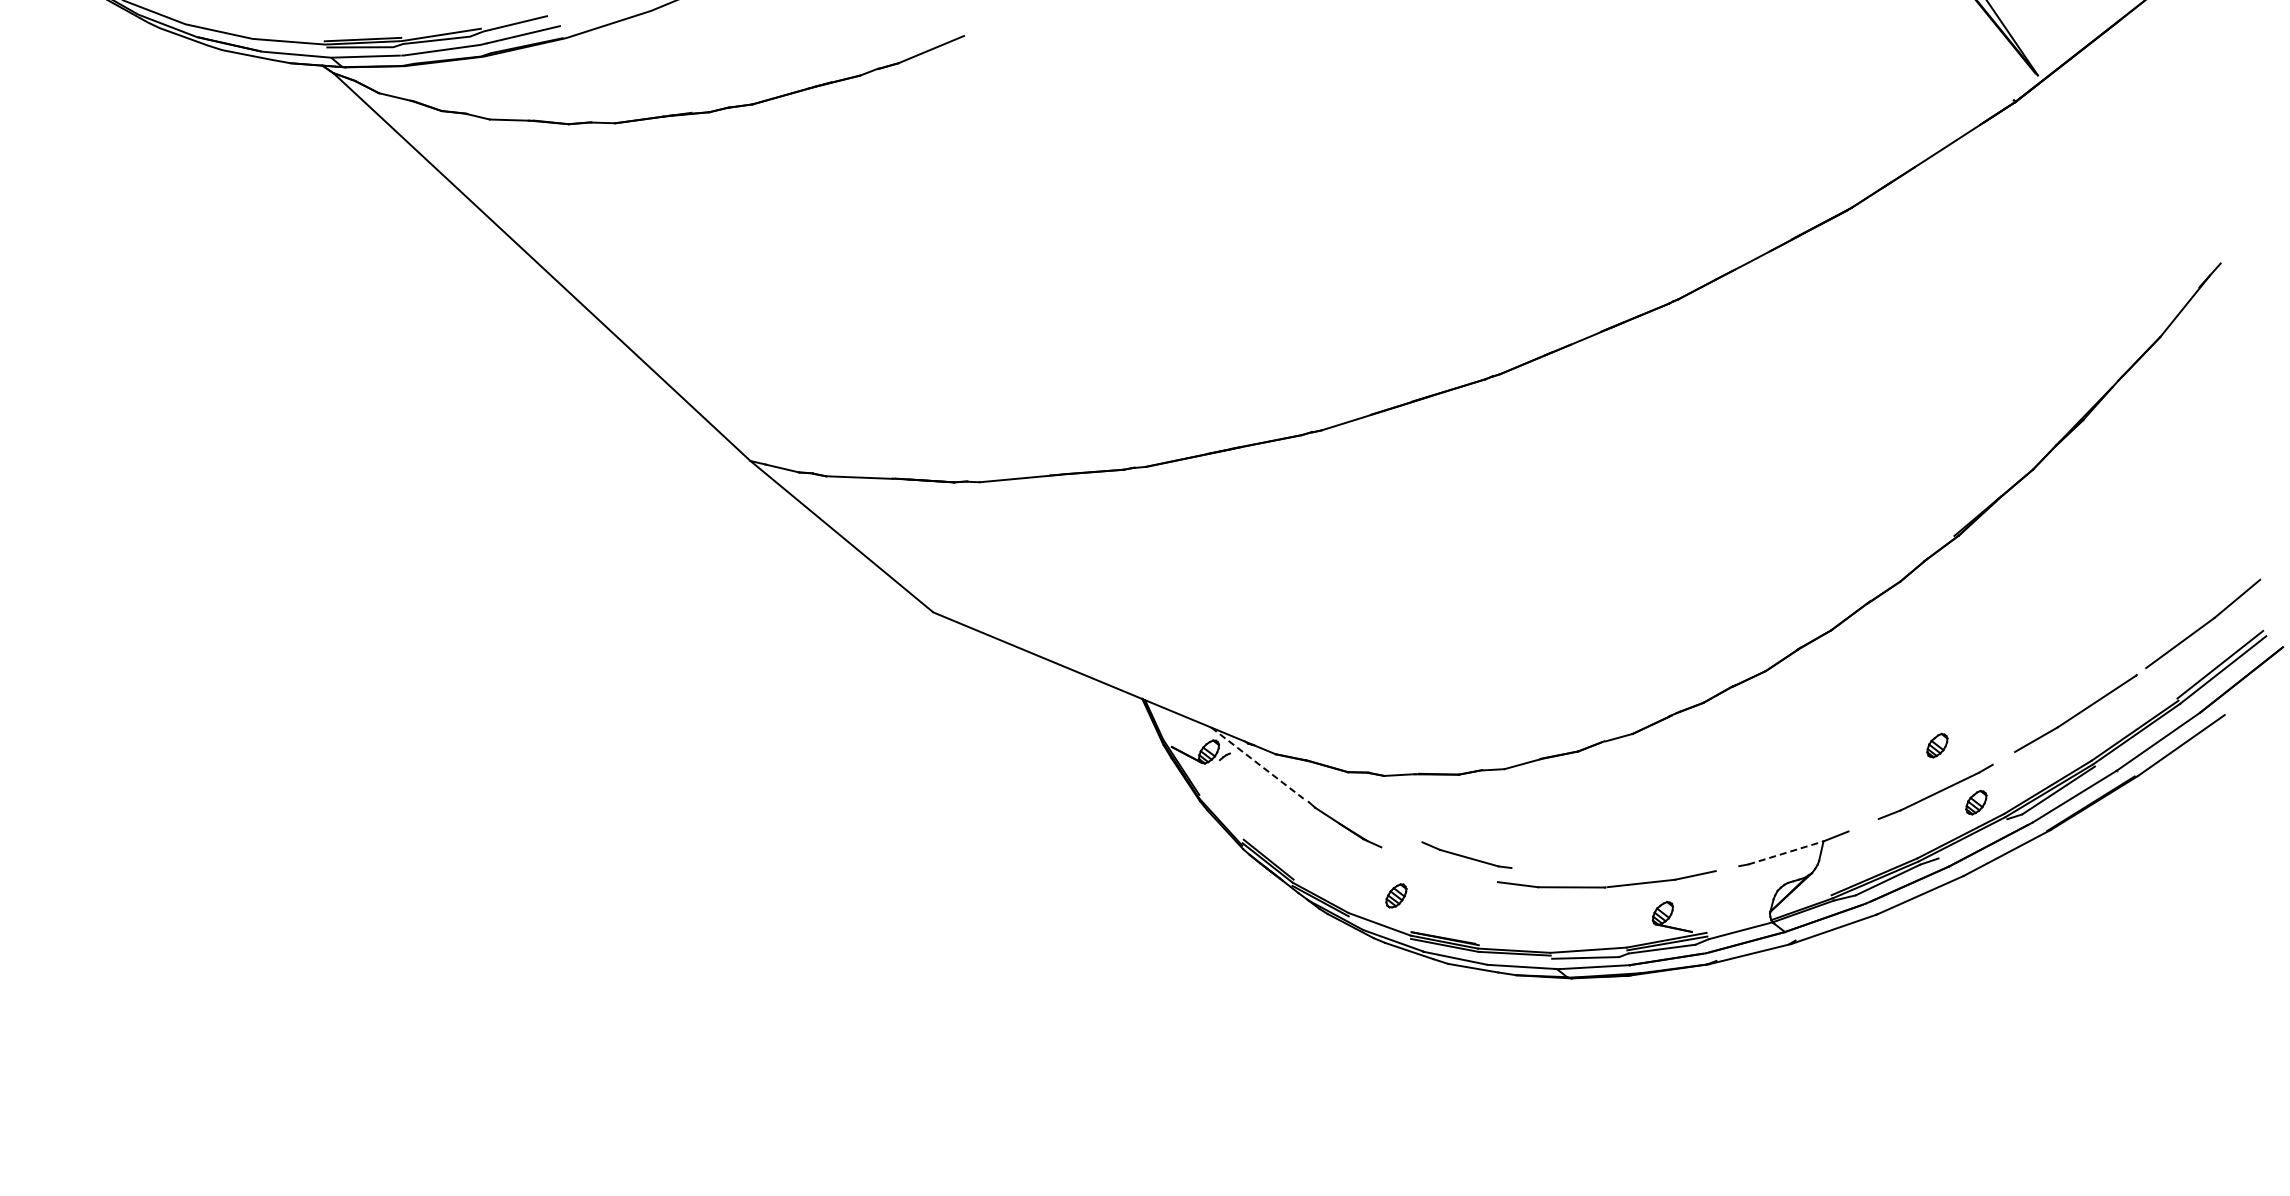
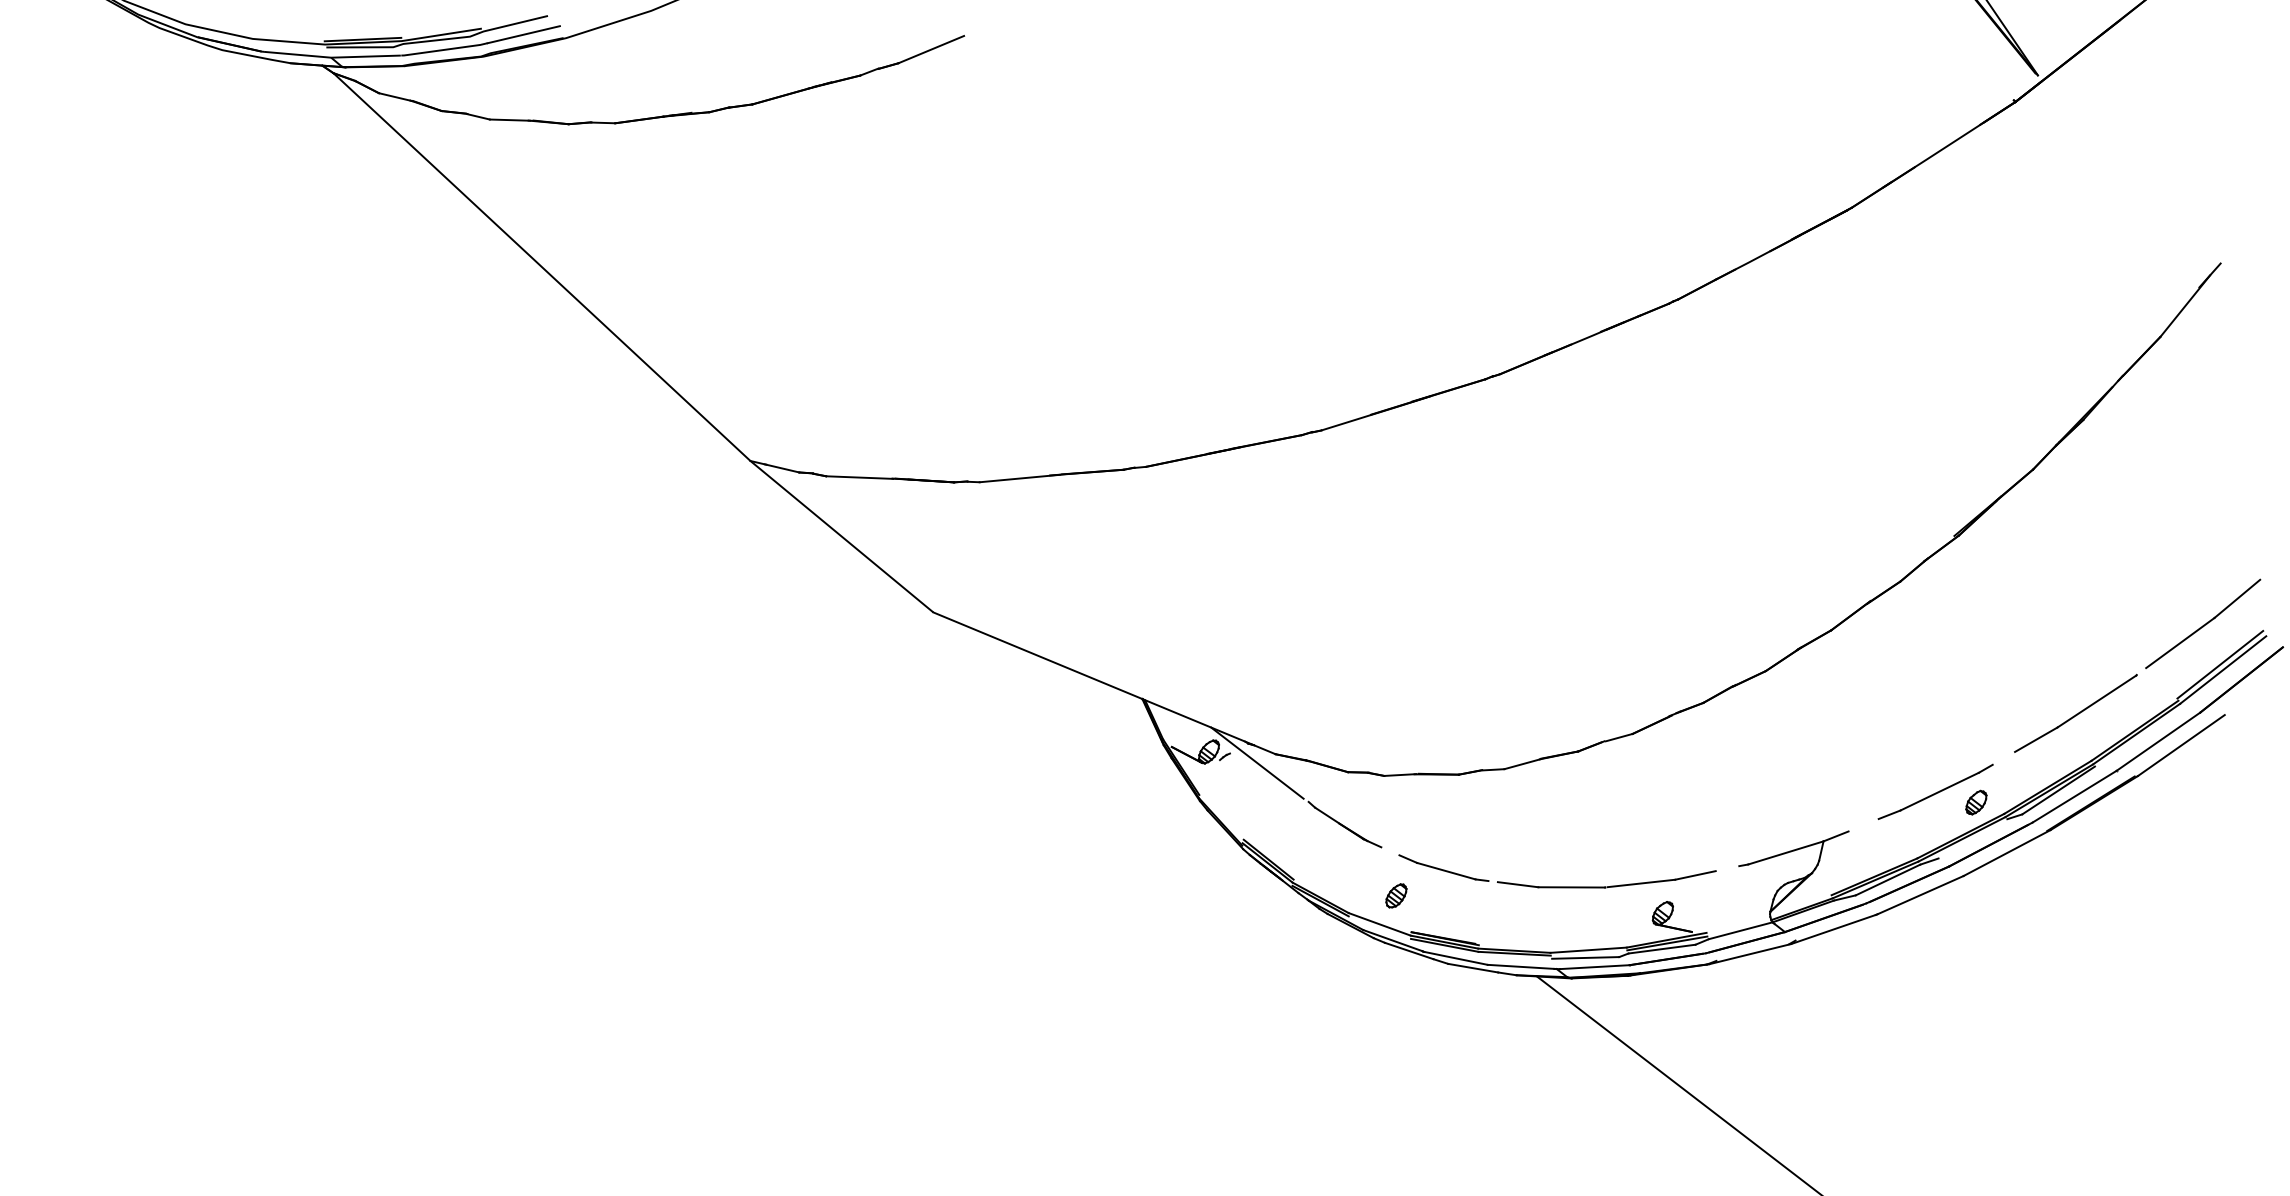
part at (1937, 745): present -> none
line at (1257, 763): dashed -> solid
line at (1786, 852): dashed -> solid
part at (1466, 854) position: (1466, 854) -> (1443, 867)
line at (1677, 1084): none -> present
